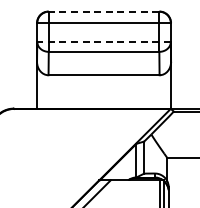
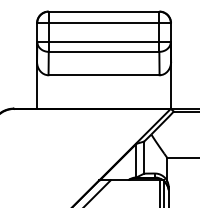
line at (103, 11): dashed -> solid
line at (104, 41): dashed -> solid
